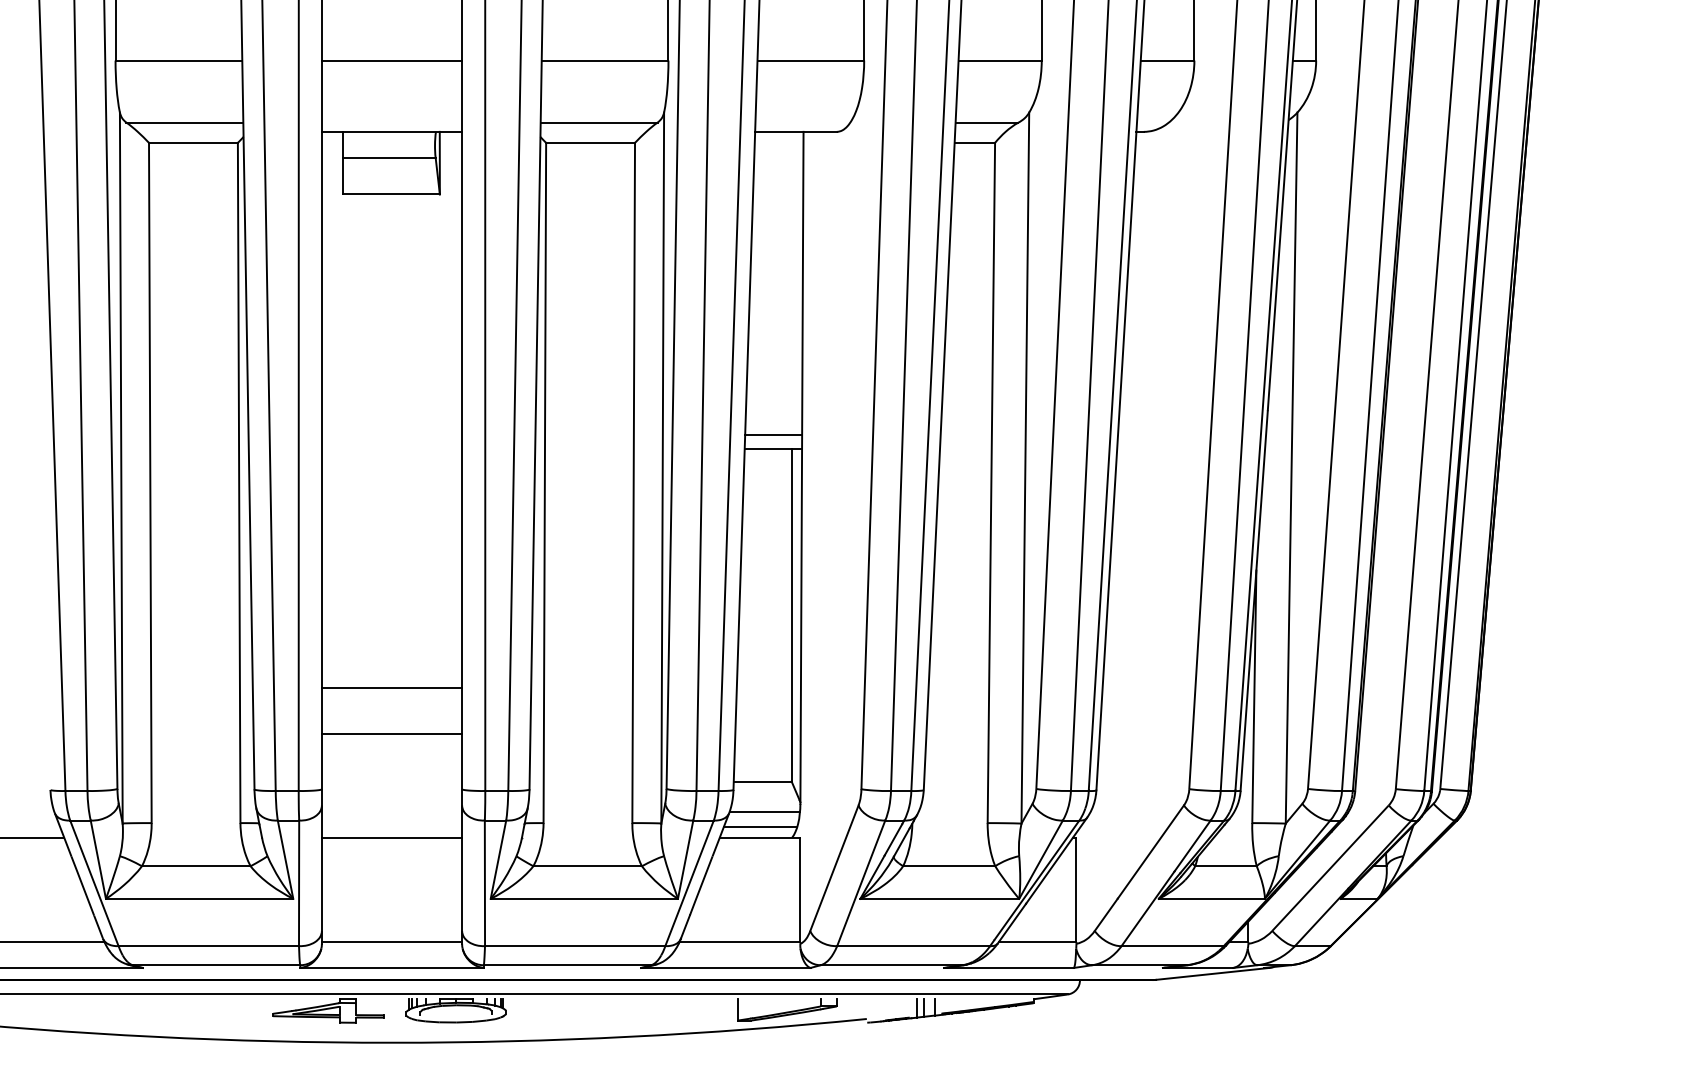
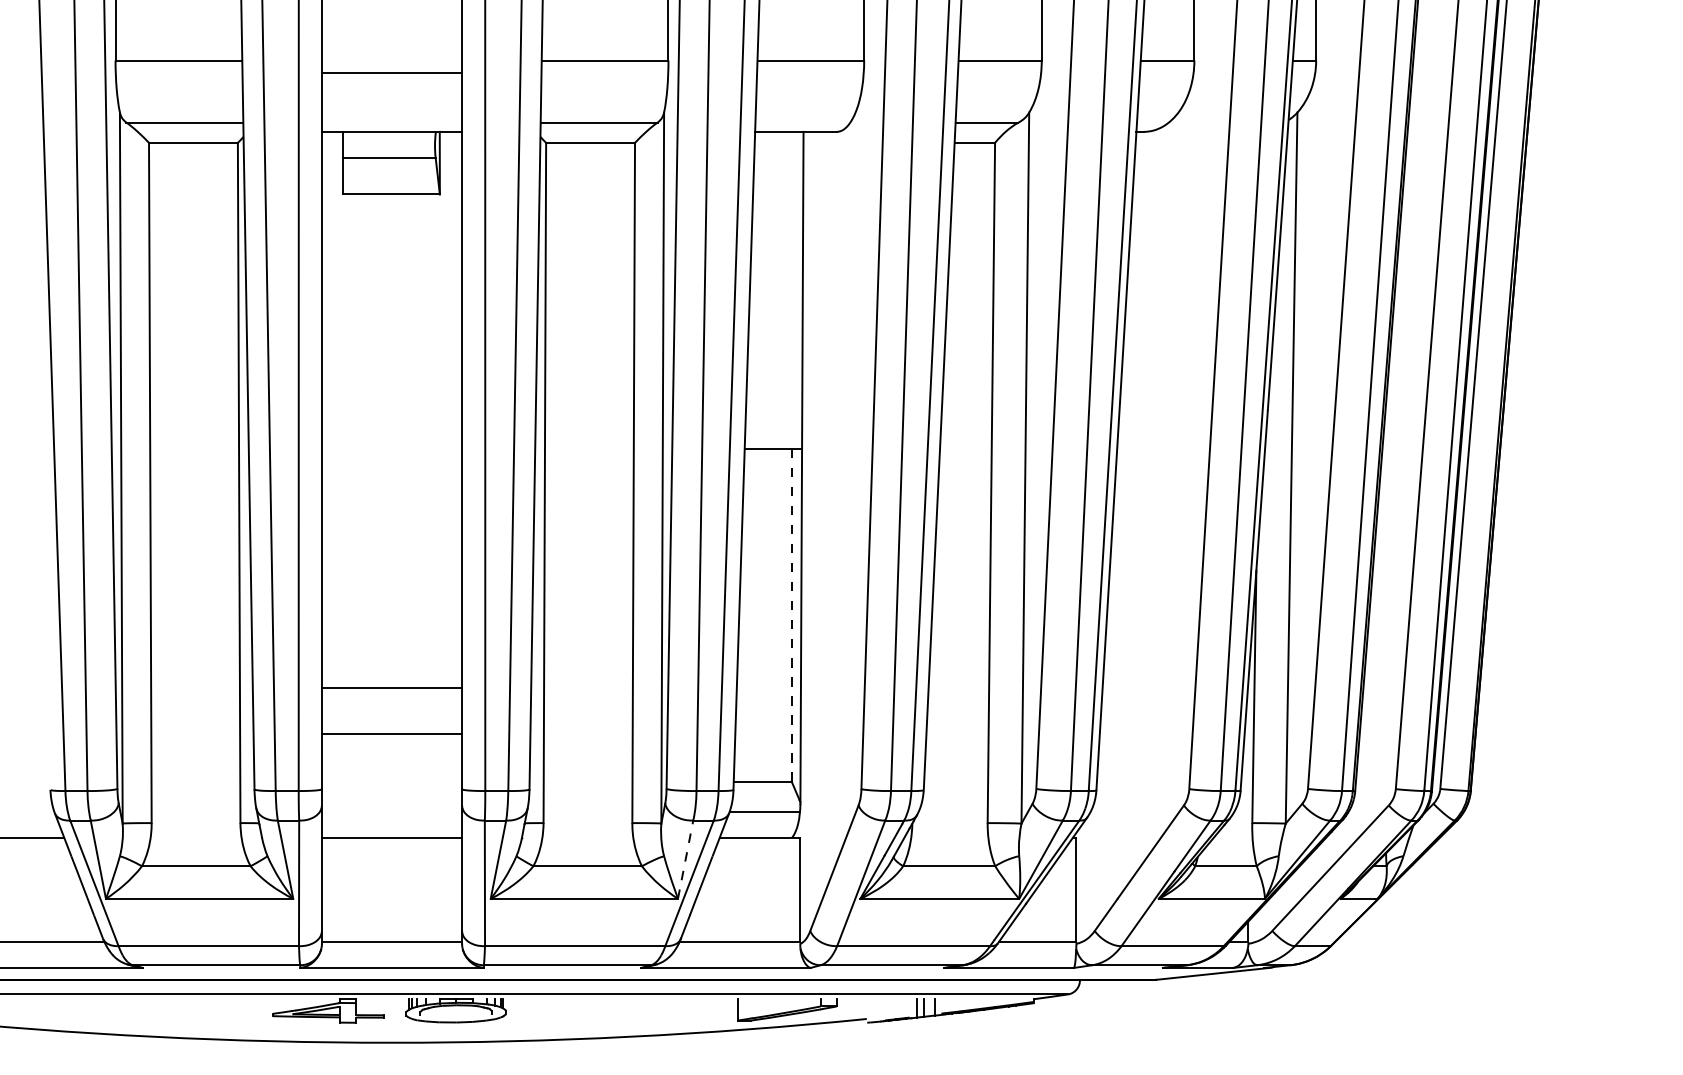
line at (391, 60) position: (391, 60) -> (391, 72)
line at (773, 435): present -> none
line at (791, 614): solid -> dashed
line at (760, 827): present -> none
line at (685, 859): solid -> dashed
